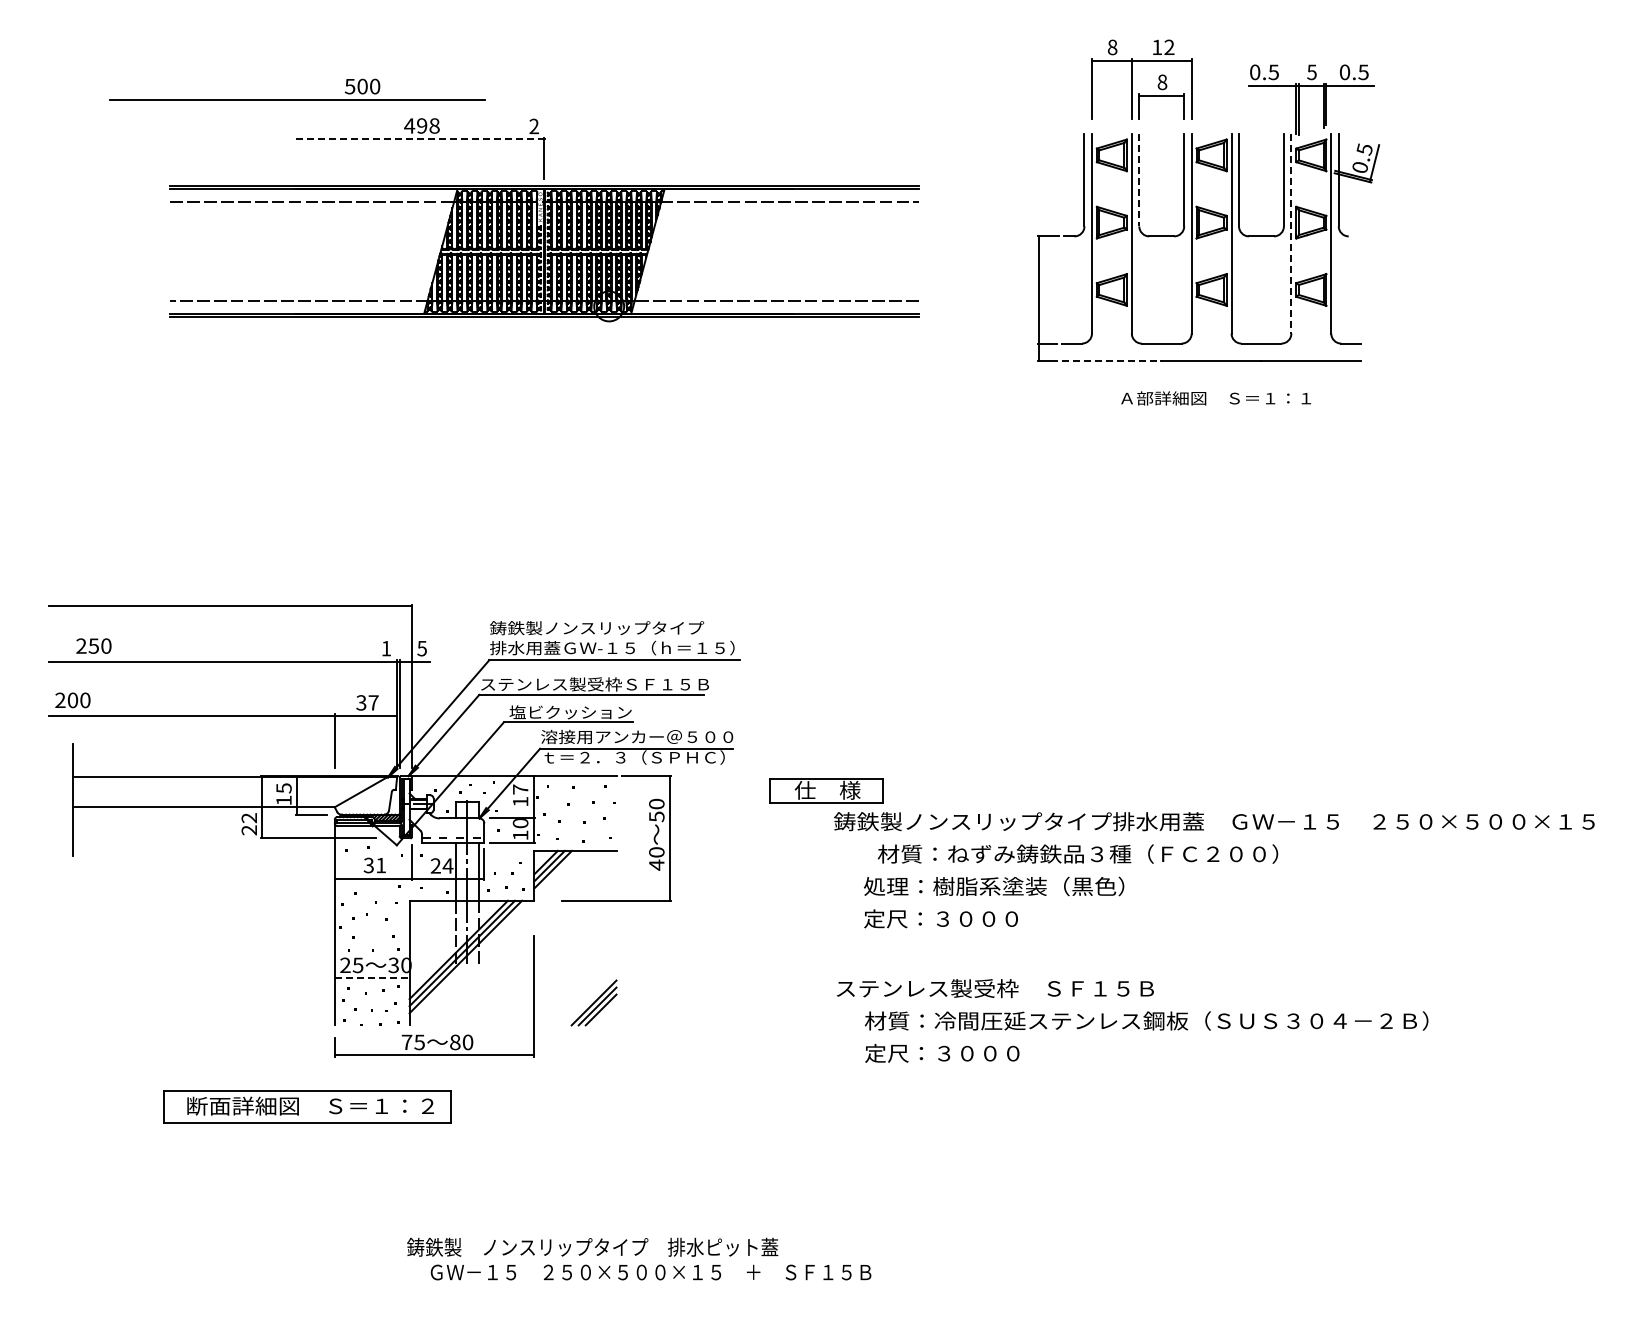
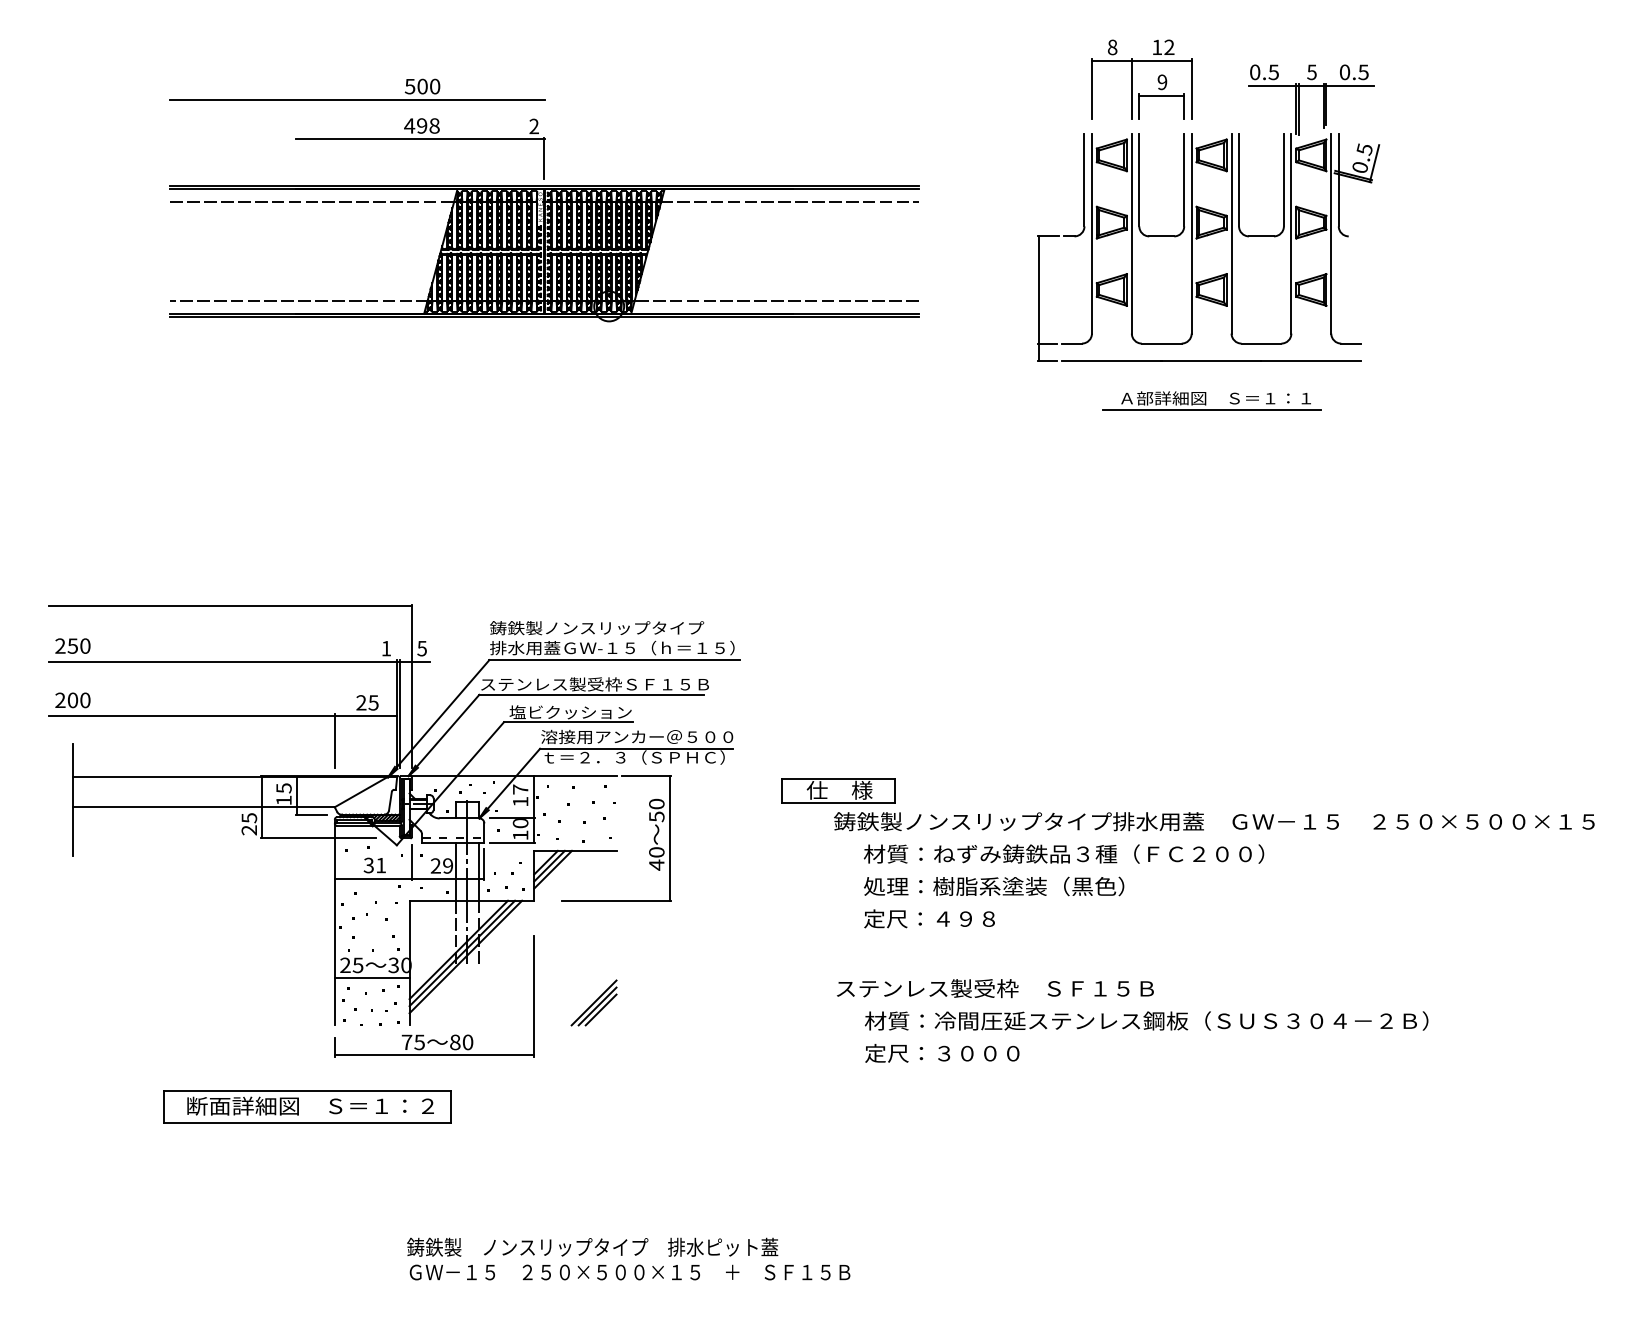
text at (1162, 82): 8 -> 9
part at (297, 99) position: (297, 99) -> (357, 99)
line at (420, 139): dashed -> solid
line at (1139, 180): dashed -> solid
line at (1291, 234): dashed -> solid
line at (1111, 361): dashed -> solid
line at (1211, 409): none -> present
text at (93, 645) position: (93, 645) -> (72, 645)
text at (367, 702): 37 -> 25
part at (826, 790) position: (826, 790) -> (838, 790)
text at (249, 818): 22 -> 25
text at (1077, 853) position: (1077, 853) -> (1063, 853)
text at (447, 865): 24 -> 29
text at (976, 918): 定尺：３０００ -> 定尺：４９８
line at (372, 978): dashed -> solid
text at (650, 1272) position: (650, 1272) -> (629, 1272)
